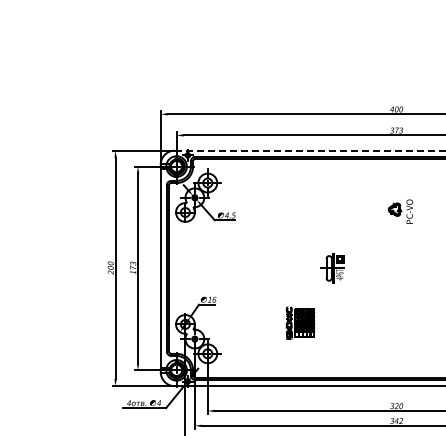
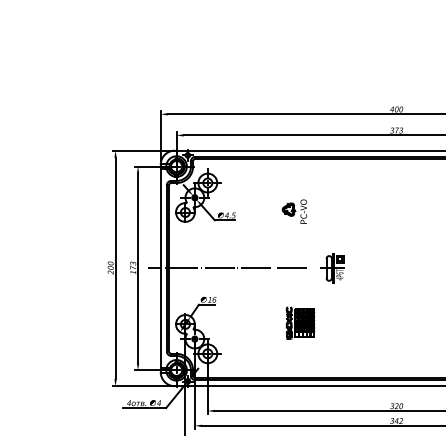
line at (310, 150): dashed -> solid
part at (399, 211) position: (399, 211) -> (293, 211)
line at (226, 268): none -> present
